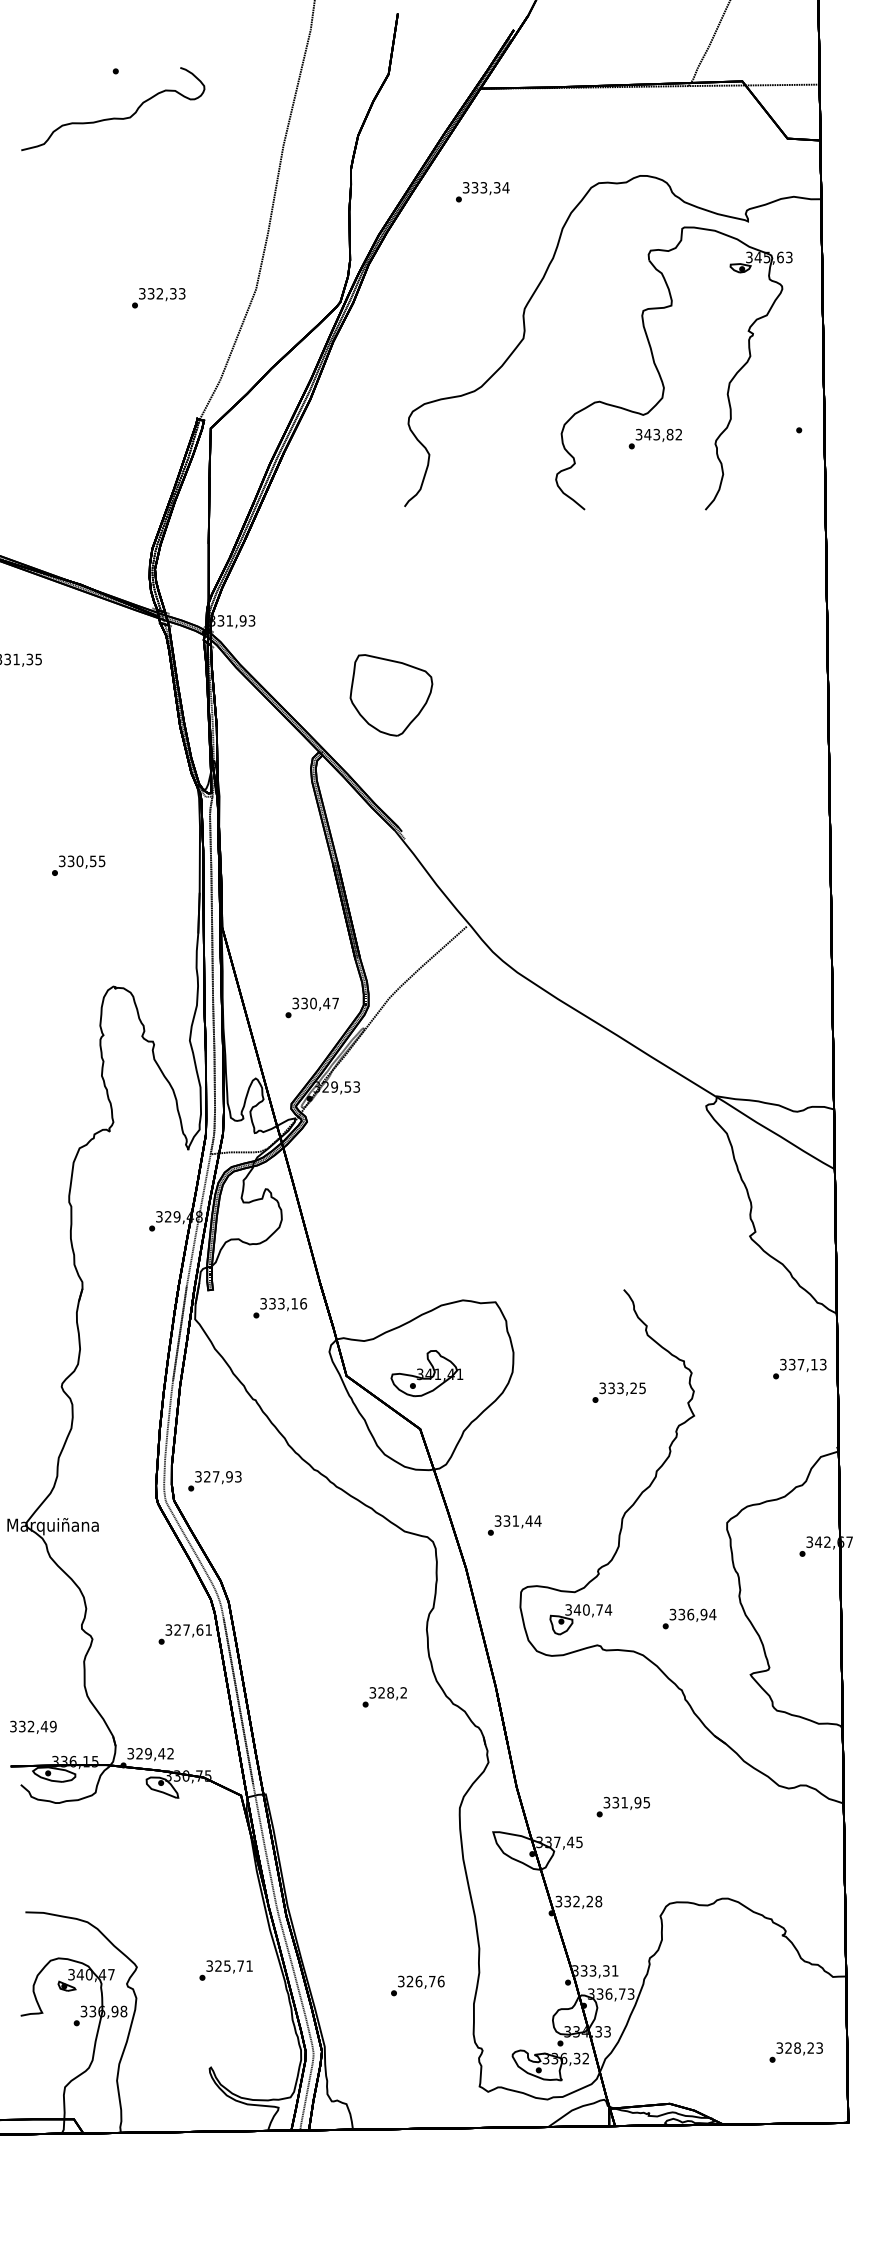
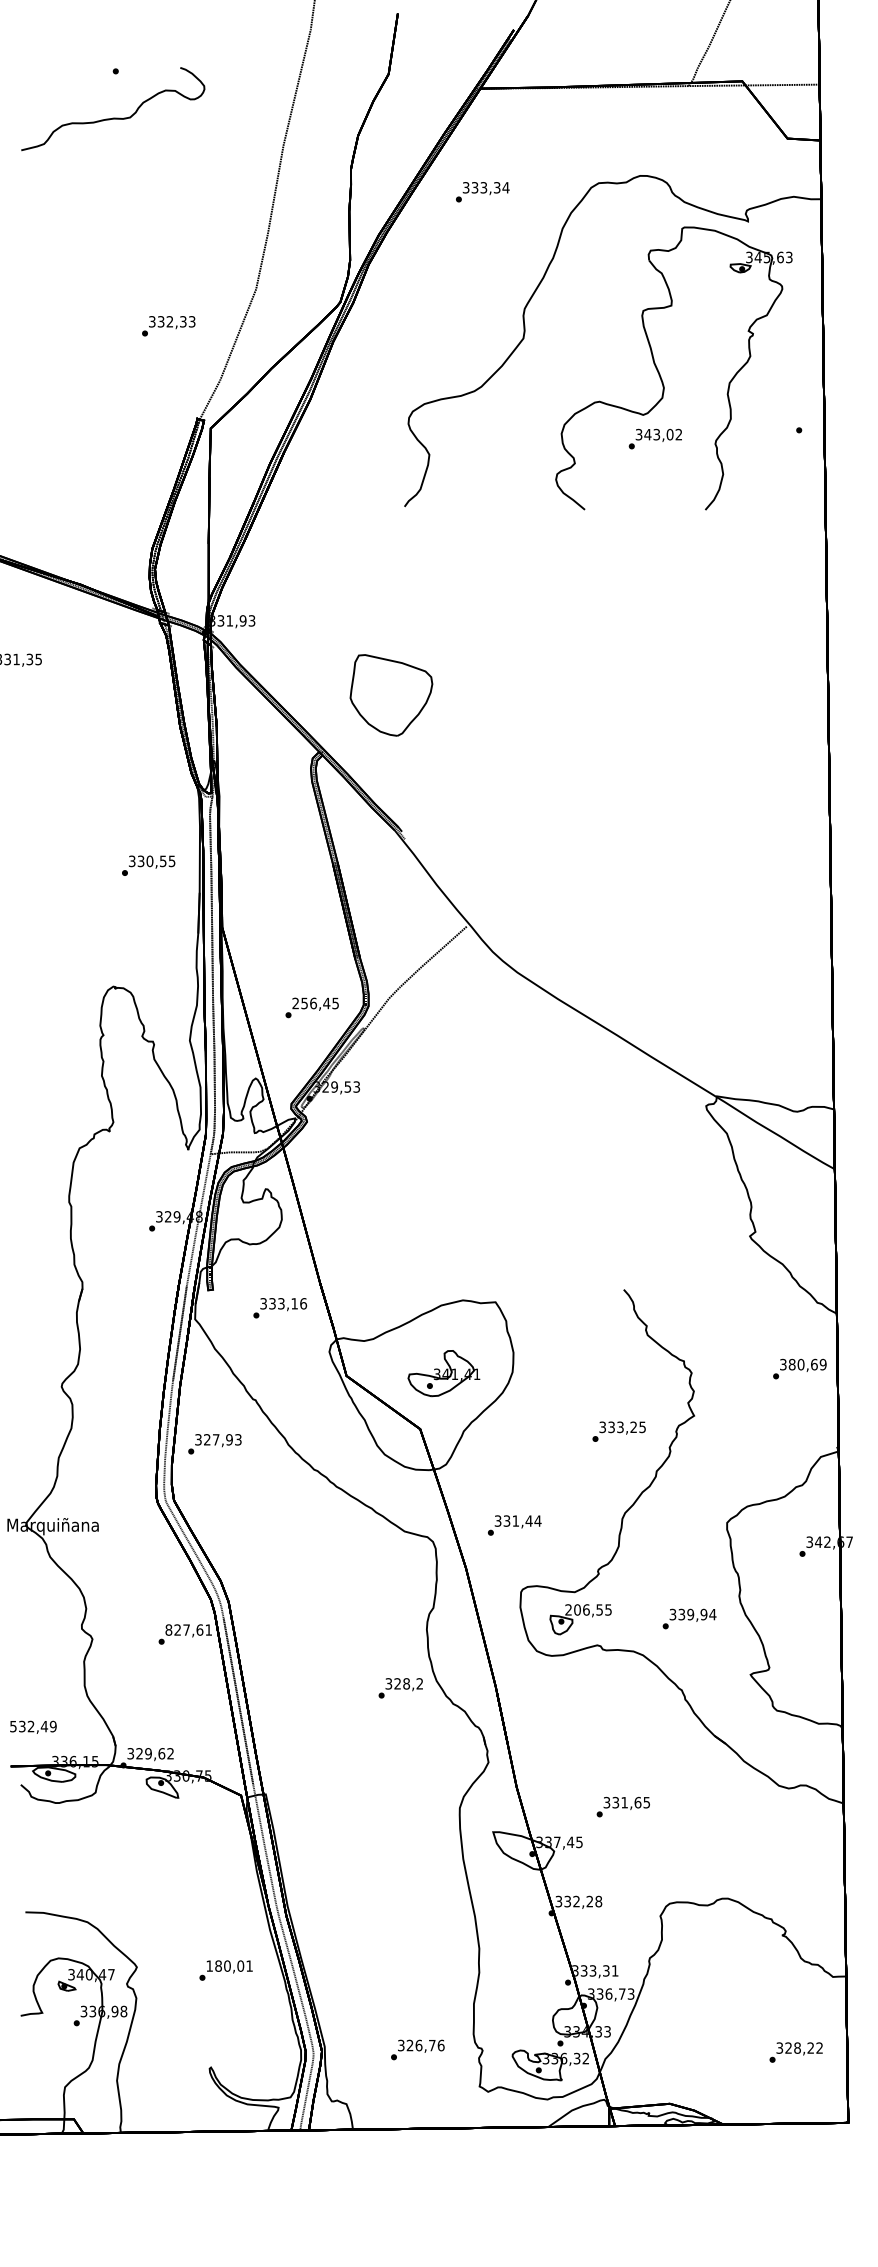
text at (158, 298) position: (158, 298) -> (168, 326)
text at (669, 434): 343,82 -> 343,02
text at (78, 865) position: (78, 865) -> (148, 865)
text at (315, 1003): 330,47 -> 256,45
text at (807, 1364): 337,13 -> 380,69
part at (426, 1373) position: (426, 1373) -> (443, 1373)
text at (618, 1392) position: (618, 1392) -> (618, 1431)
text at (214, 1481) position: (214, 1481) -> (214, 1444)
text at (588, 1609): 340,74 -> 206,55
text at (690, 1614): 336,94 -> 339,94
text at (168, 1629): 327,61 -> 827,61
text at (384, 1697) position: (384, 1697) -> (400, 1688)
text at (13, 1725): 332,49 -> 532,49
text at (161, 1753): 329,42 -> 329,62
text at (637, 1802): 331,95 -> 331,65
text at (225, 1965): 325,71 -> 180,01
text at (417, 1985) position: (417, 1985) -> (417, 2049)
text at (819, 2048): 328,23 -> 328,22
